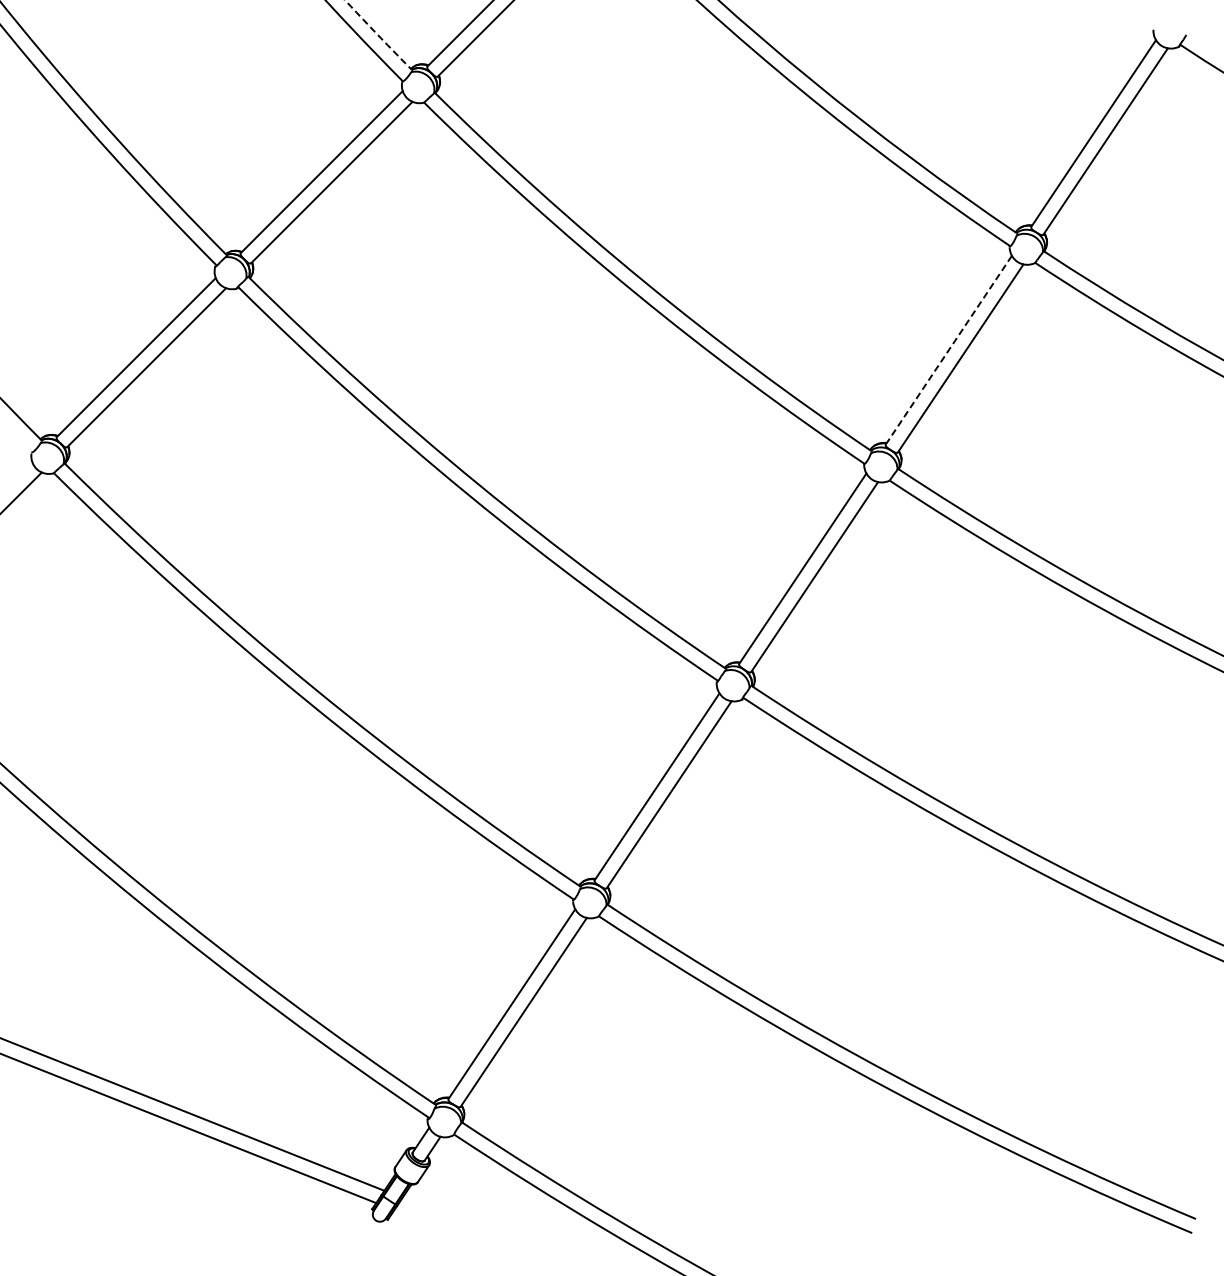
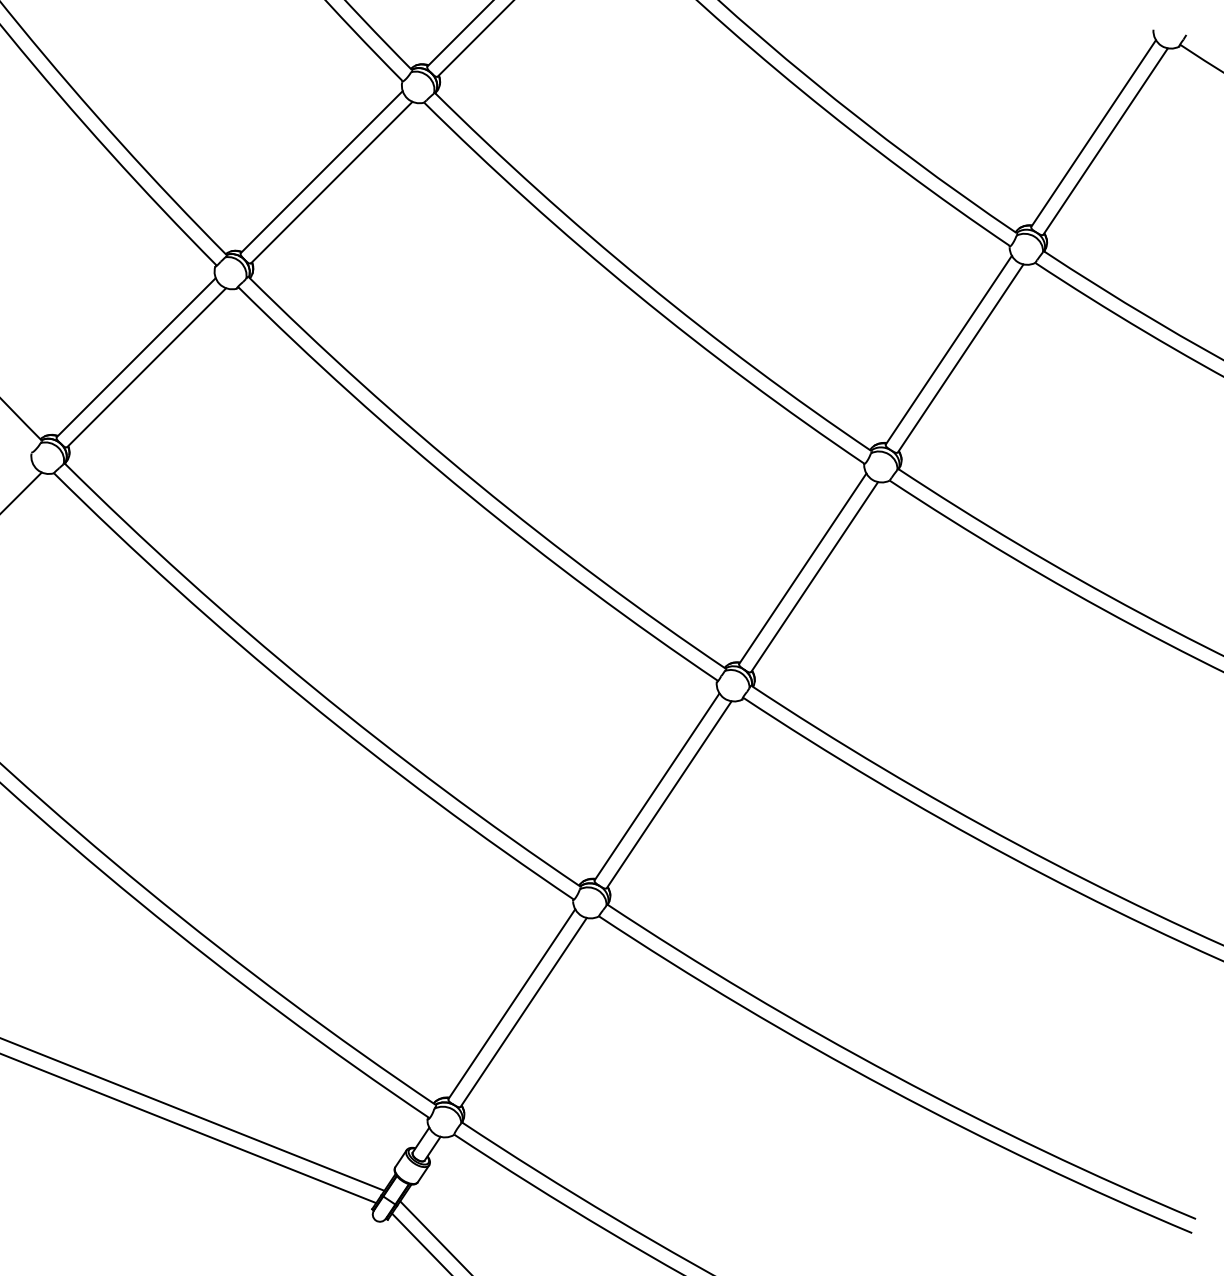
arc at (378, 34): dashed -> solid
line at (948, 350): dashed -> solid
line at (434, 1236): none -> present
line at (420, 1242): none -> present
